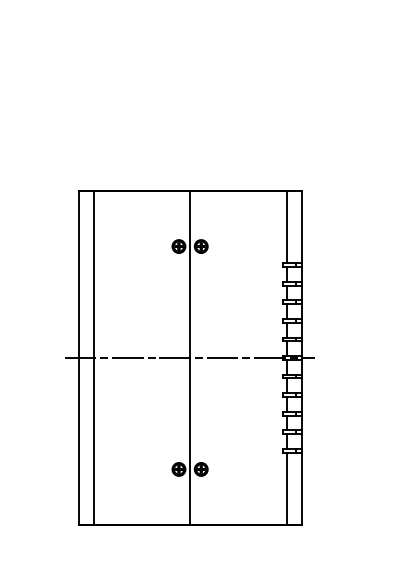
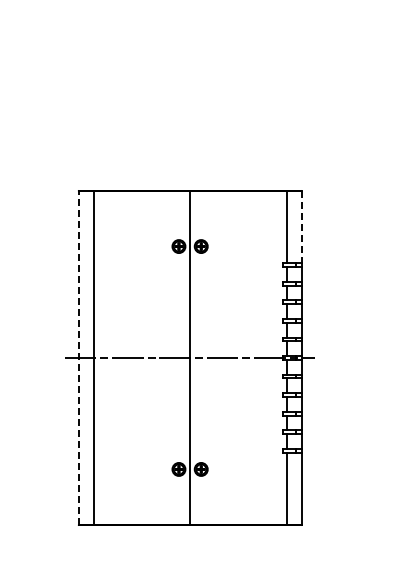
line at (301, 227): solid -> dashed
line at (78, 358): solid -> dashed
